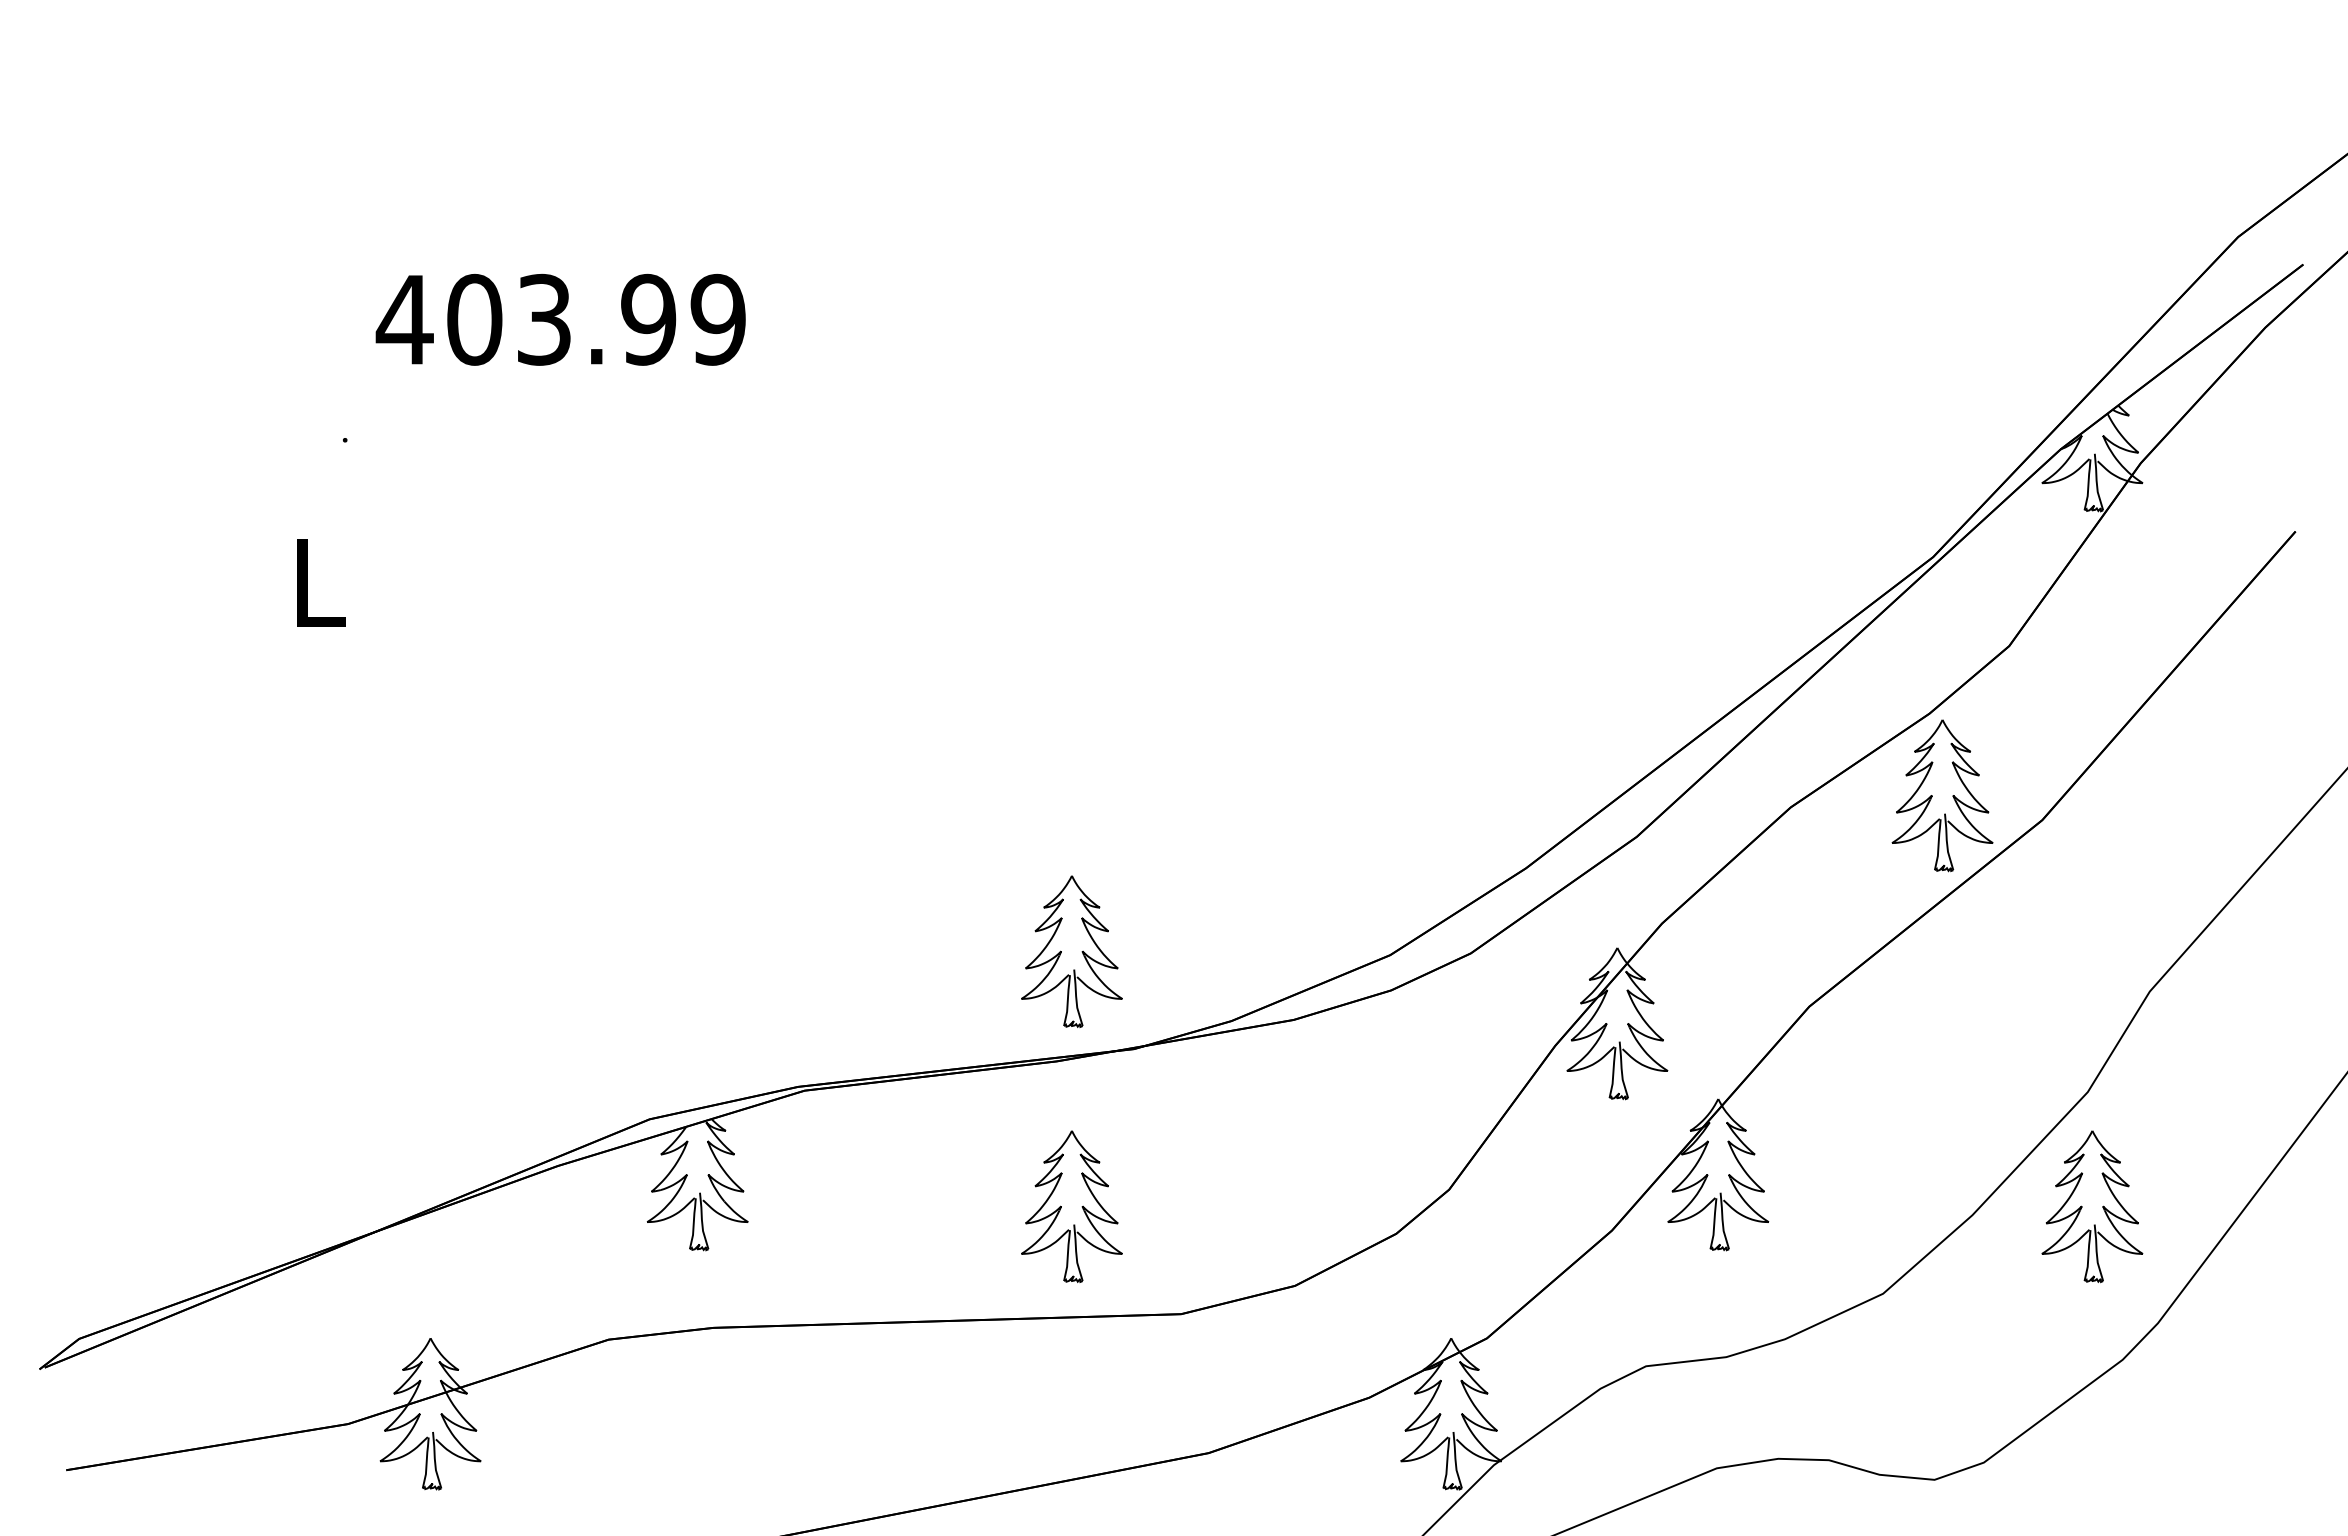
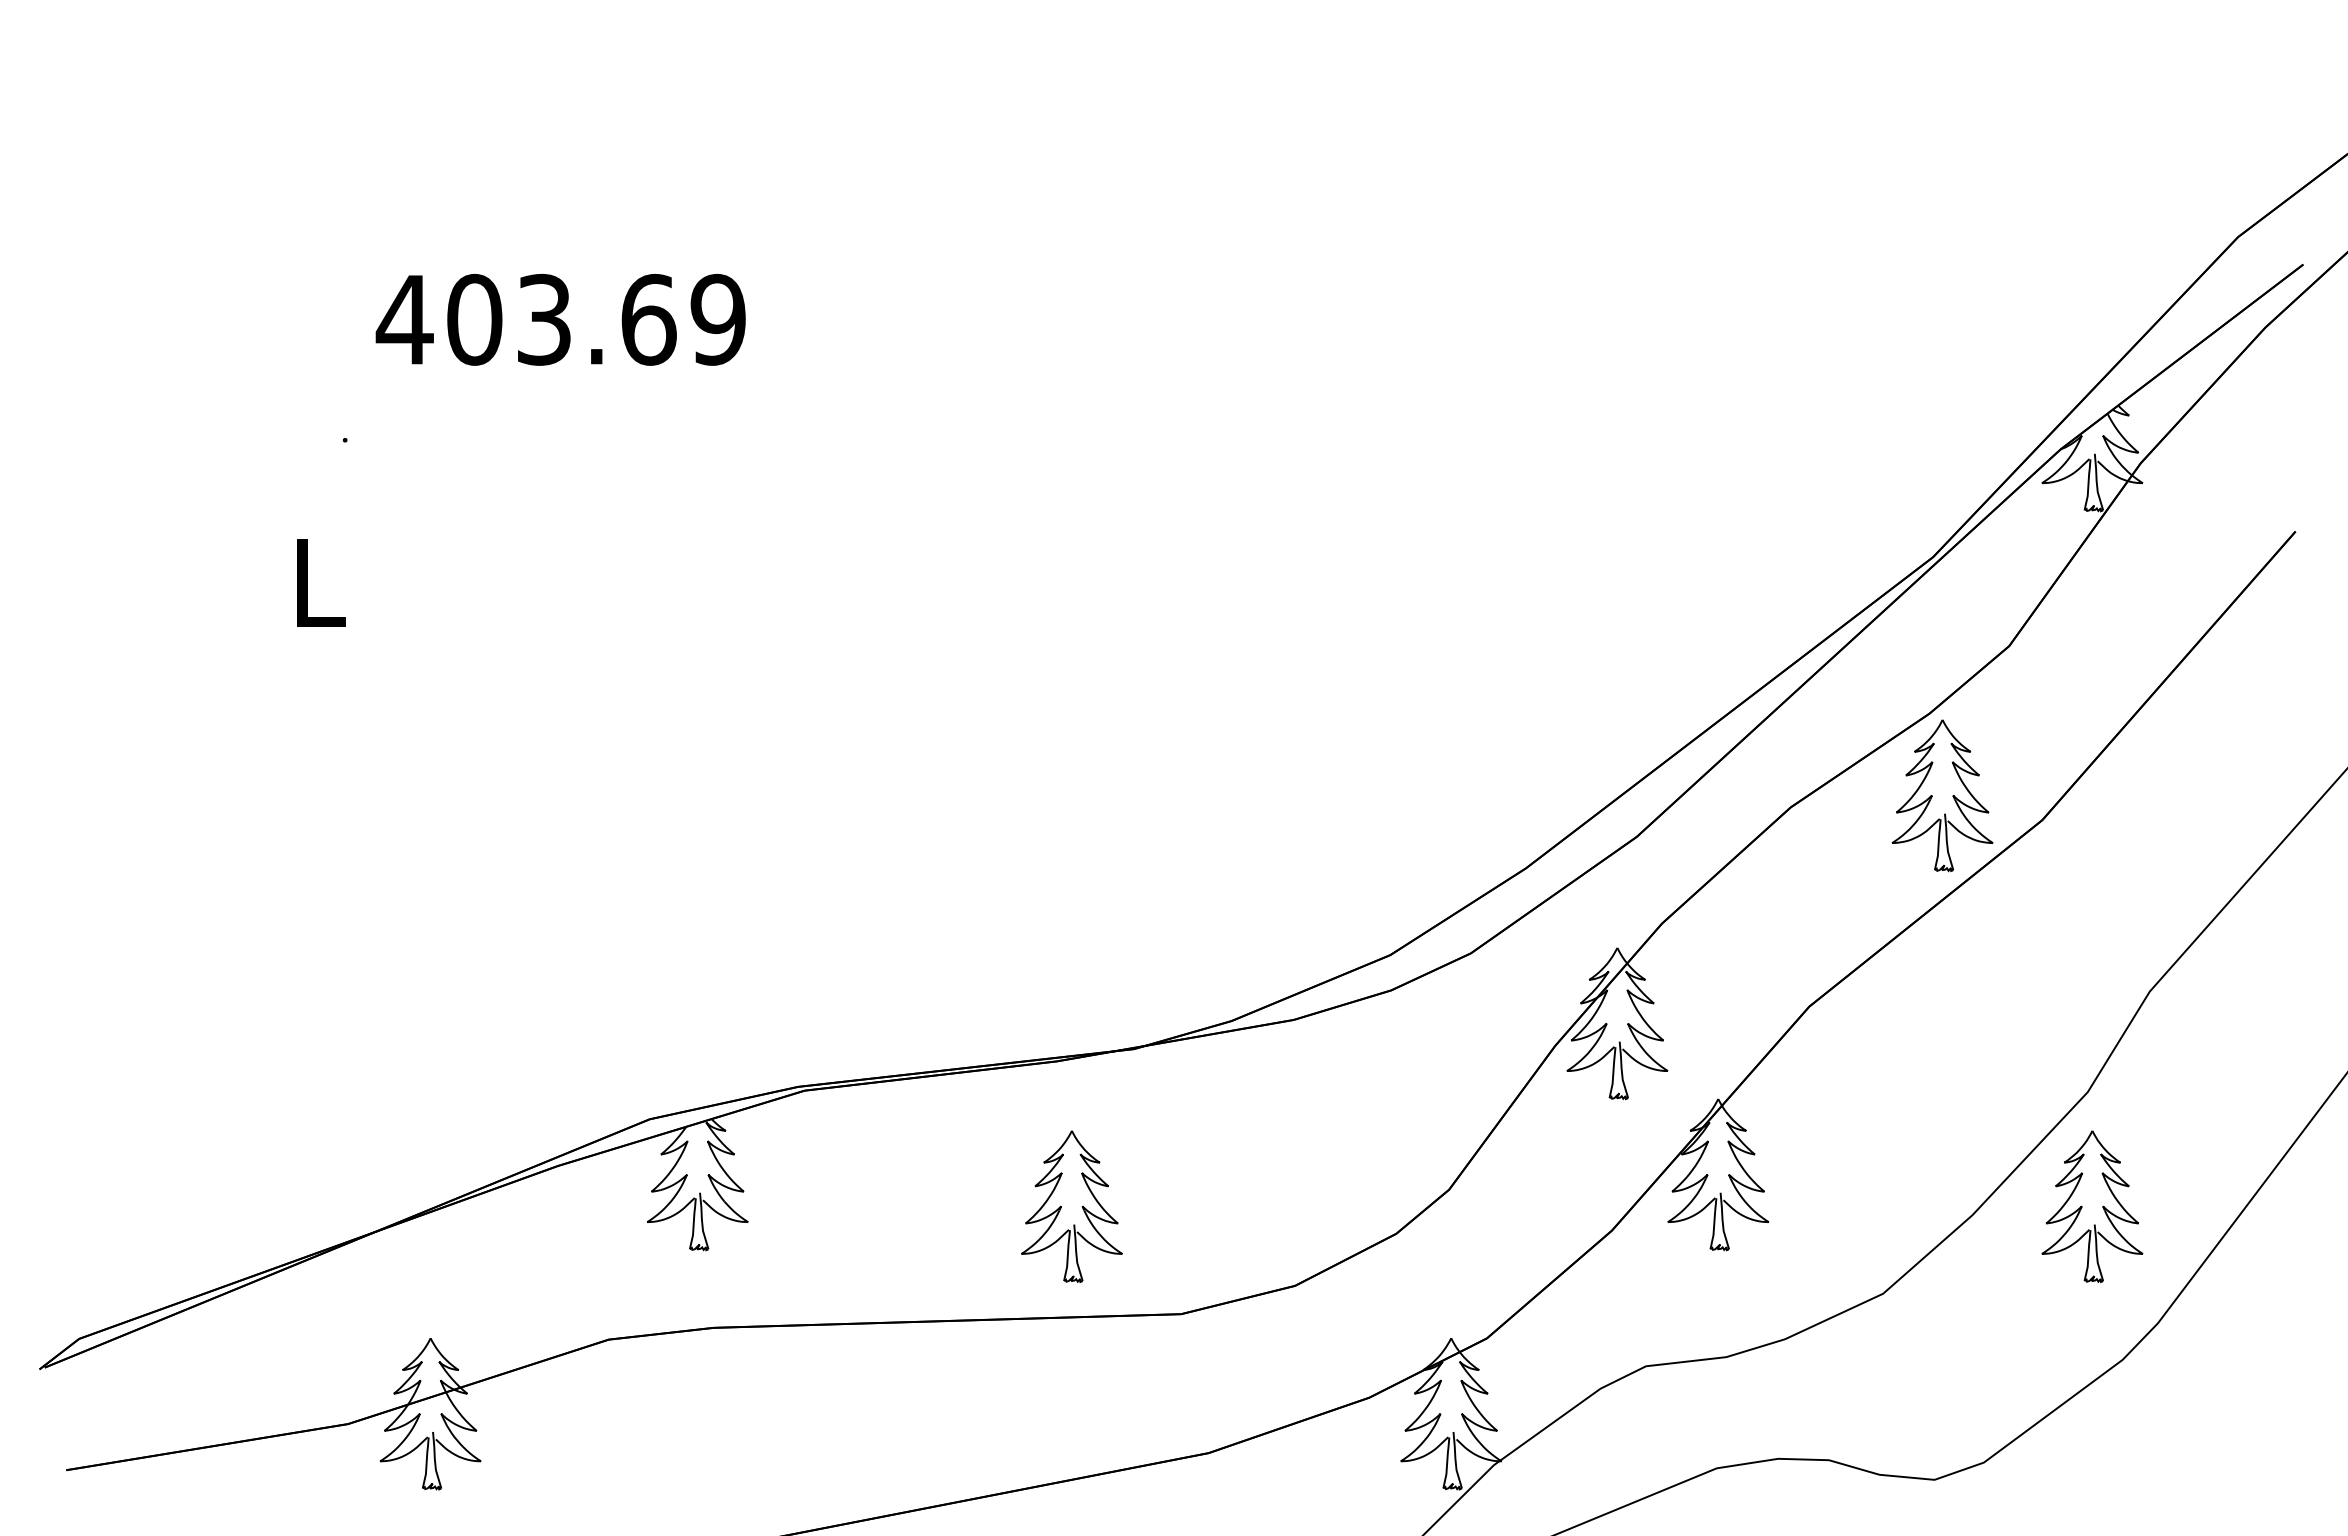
text at (648, 319): 403.99 -> 403.69
part at (1071, 951): present -> none
